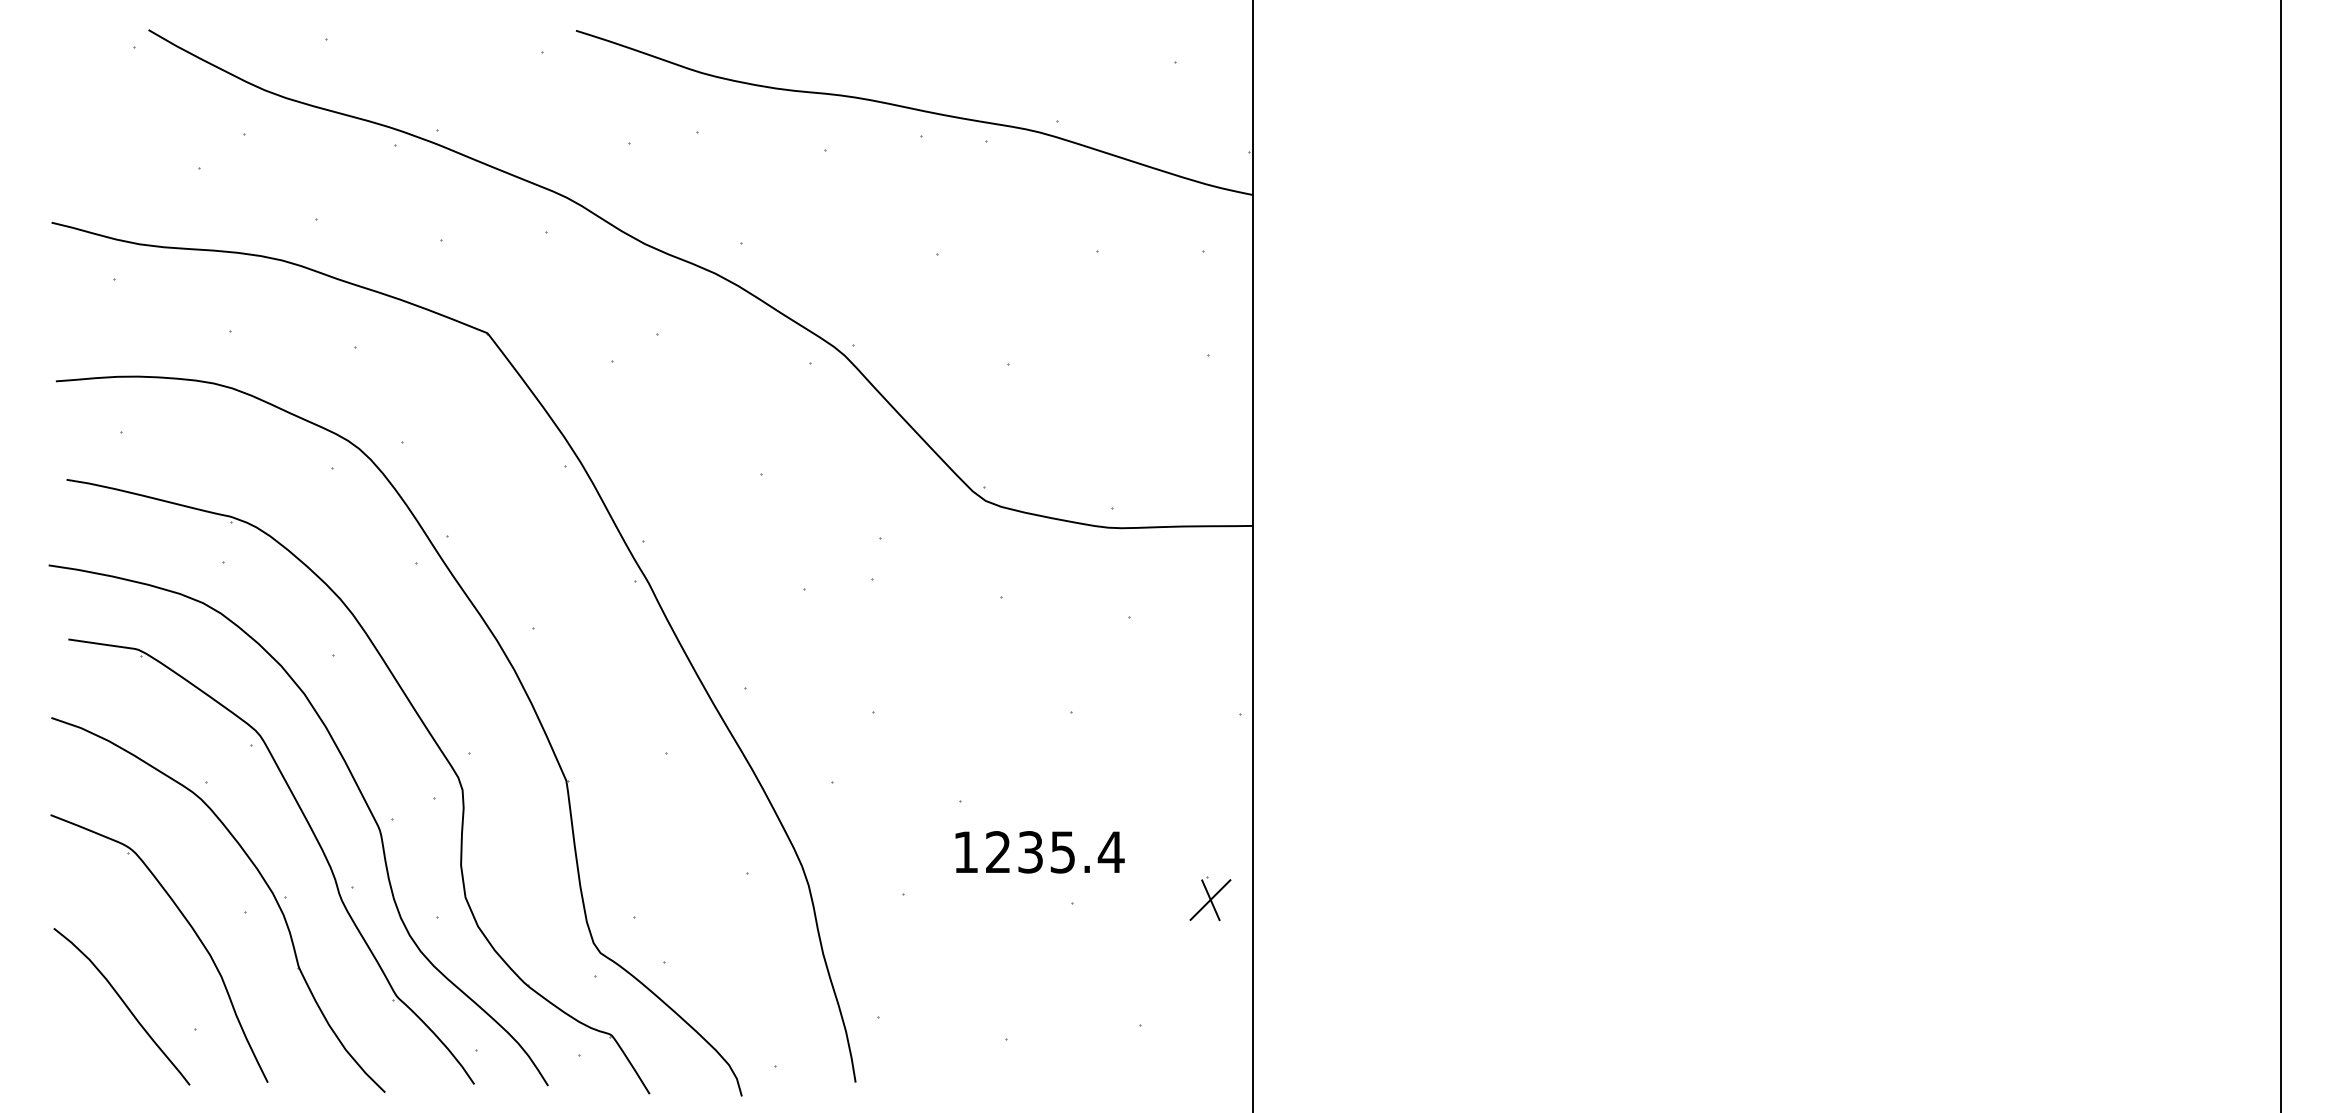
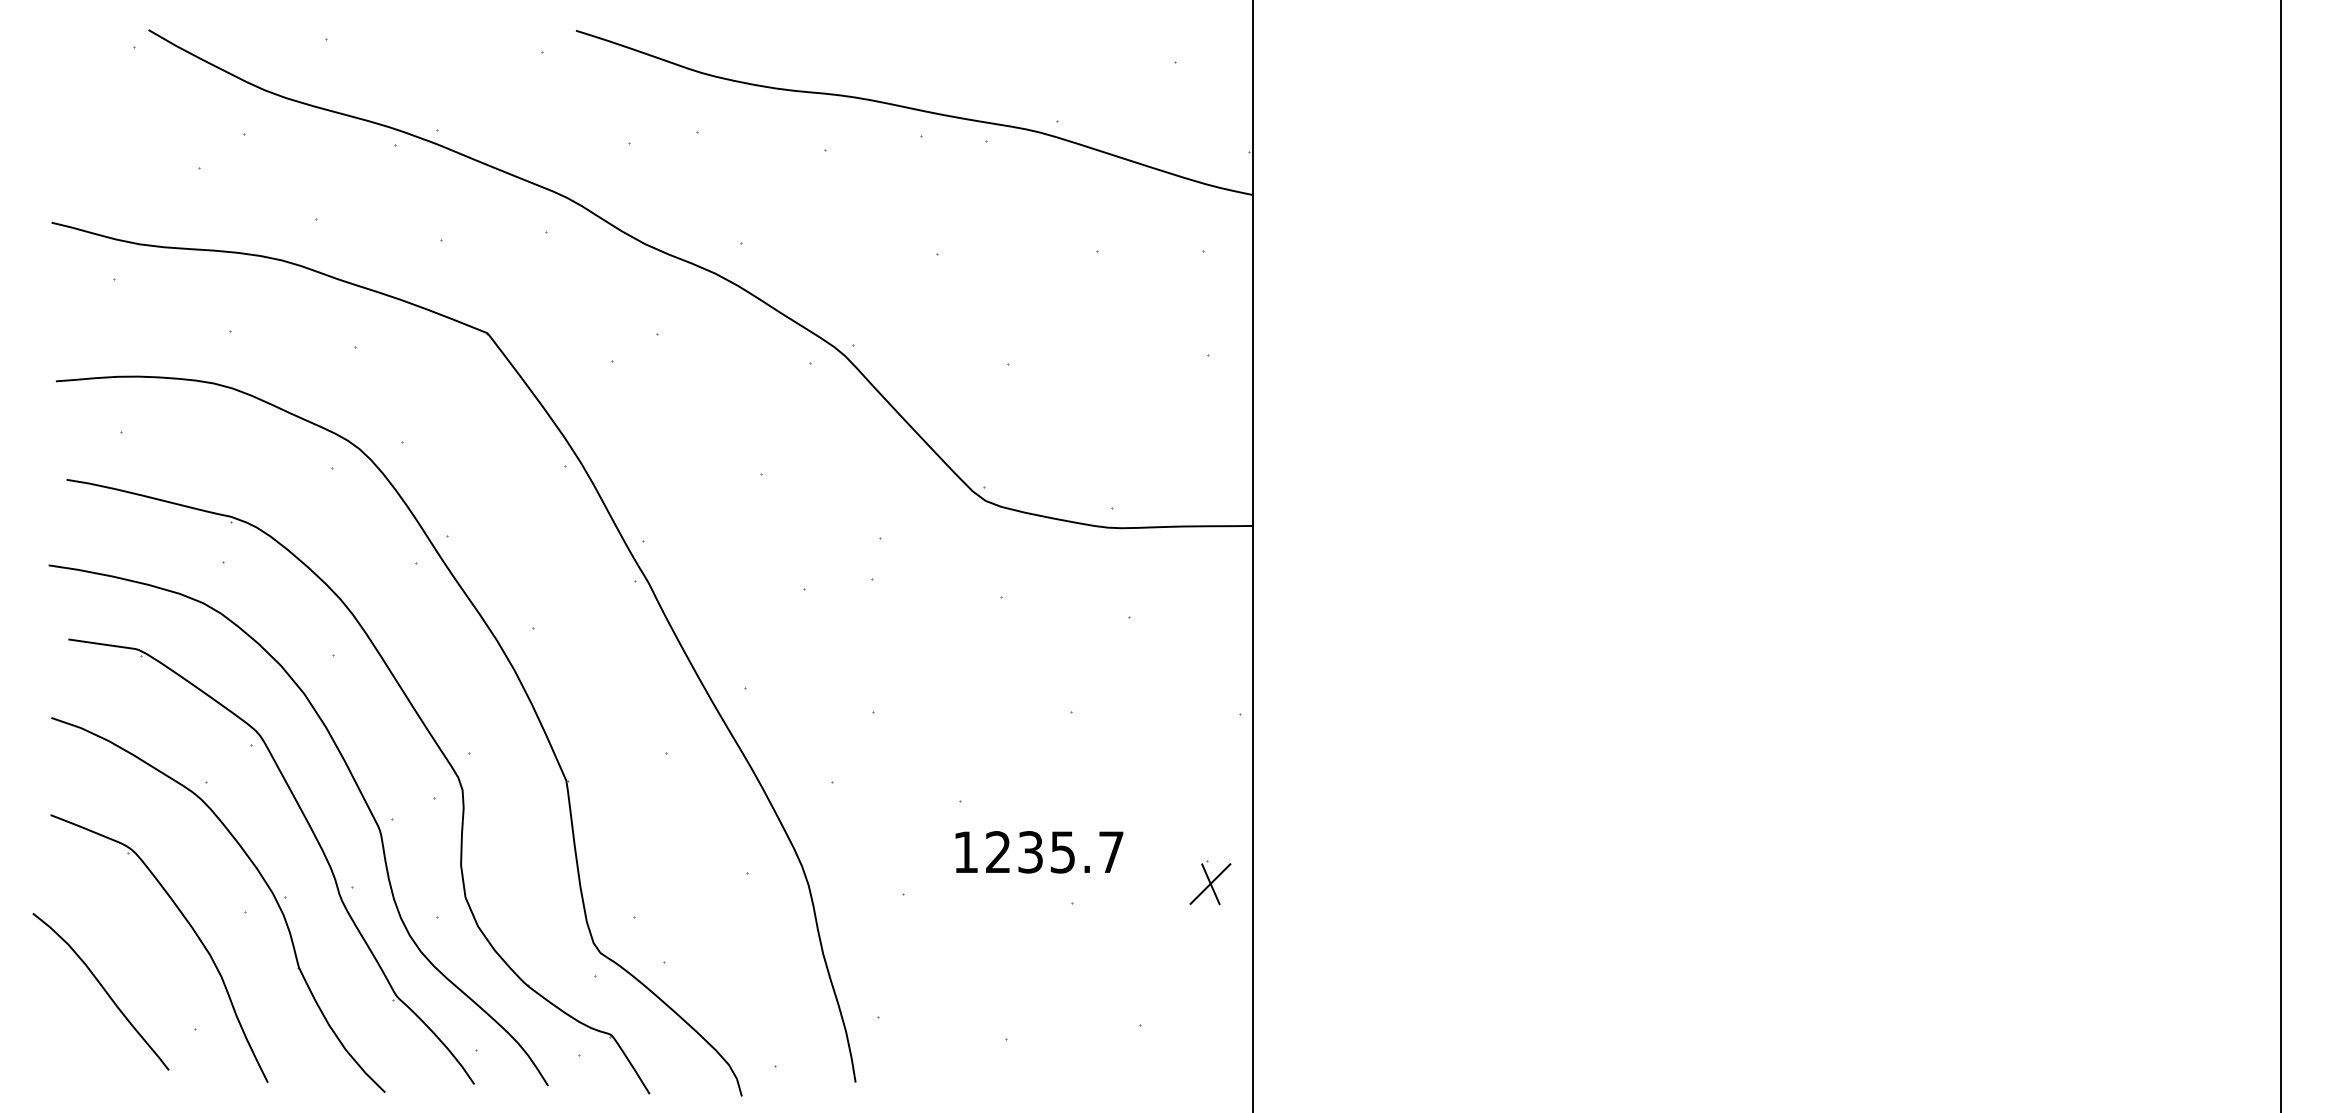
text at (1110, 851): 1235.4 -> 1235.7
part at (1210, 898) position: (1210, 898) -> (1210, 882)
curve at (123, 1003) position: (123, 1003) -> (102, 988)
